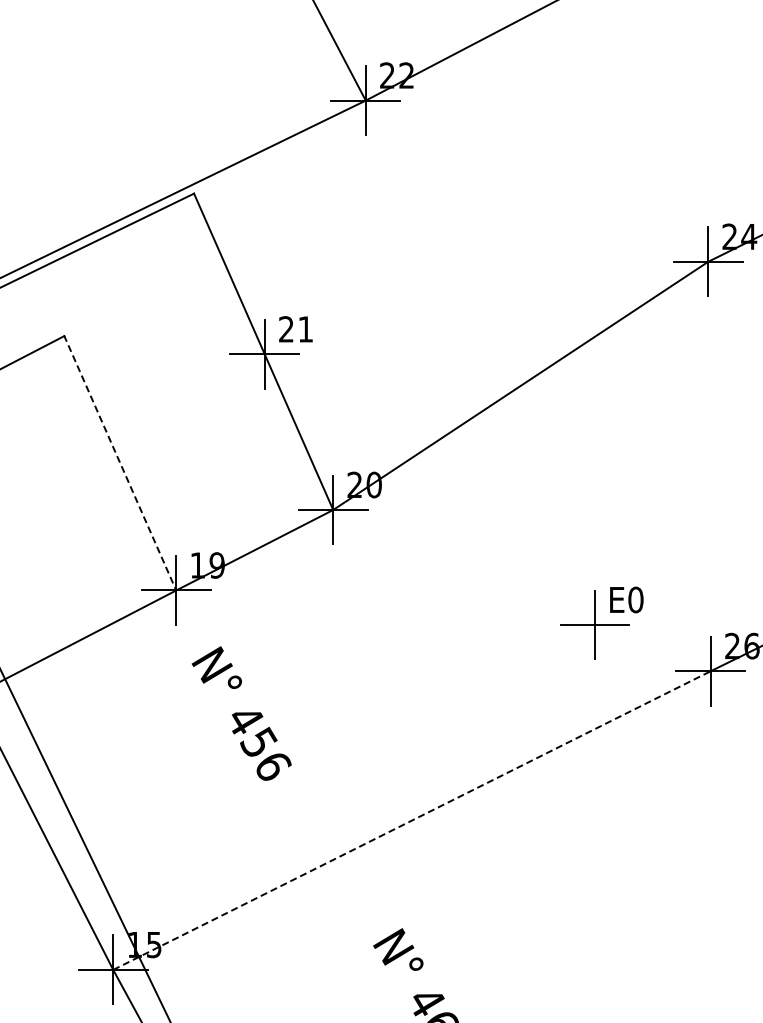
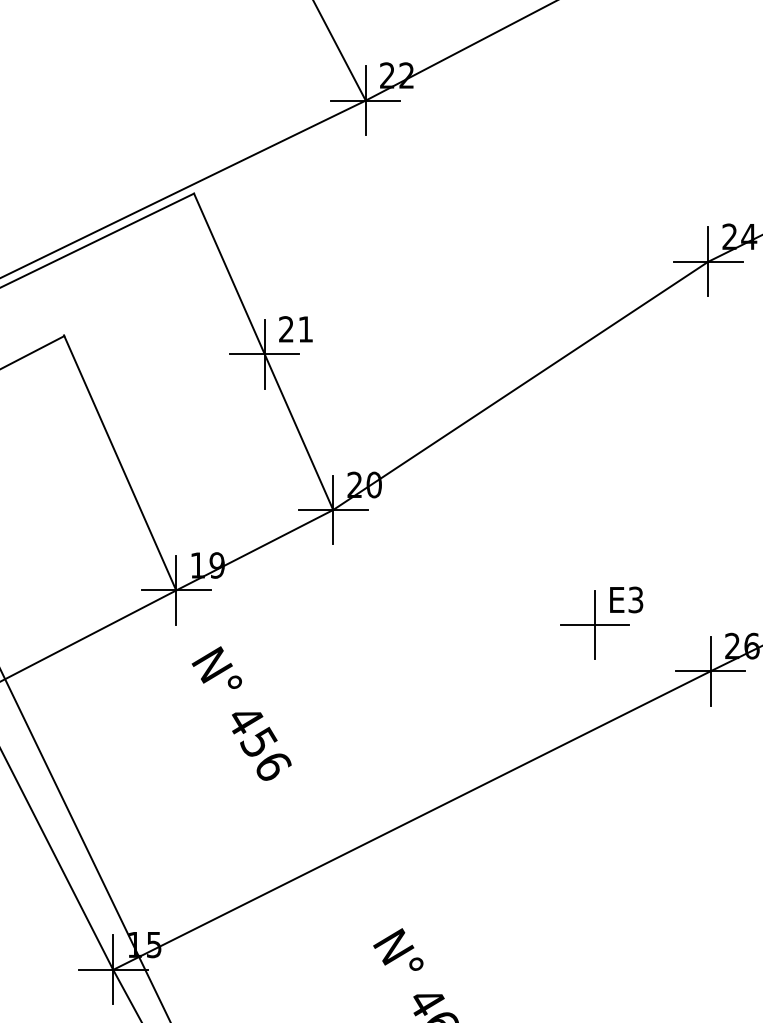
line at (120, 463): dashed -> solid
text at (635, 599): E0 -> E3
line at (412, 820): dashed -> solid
